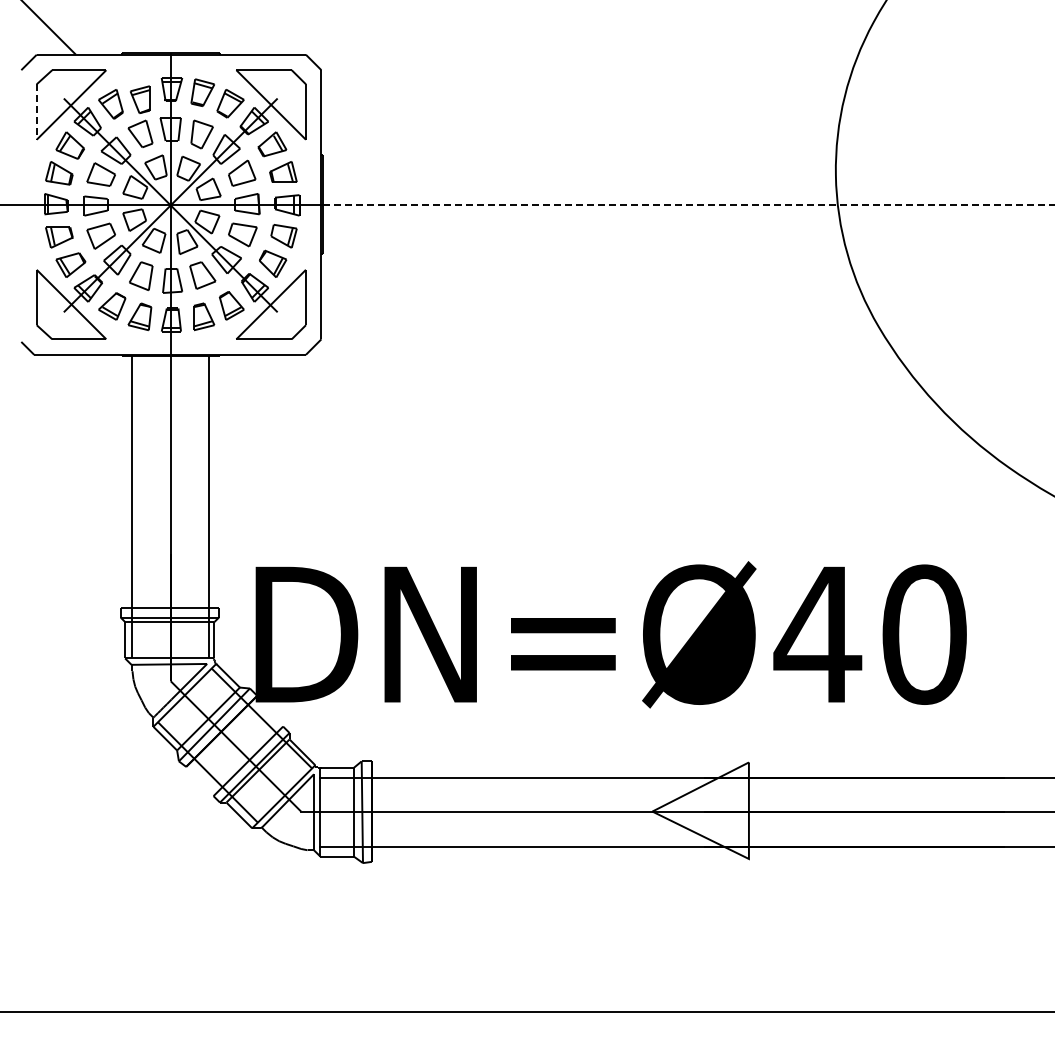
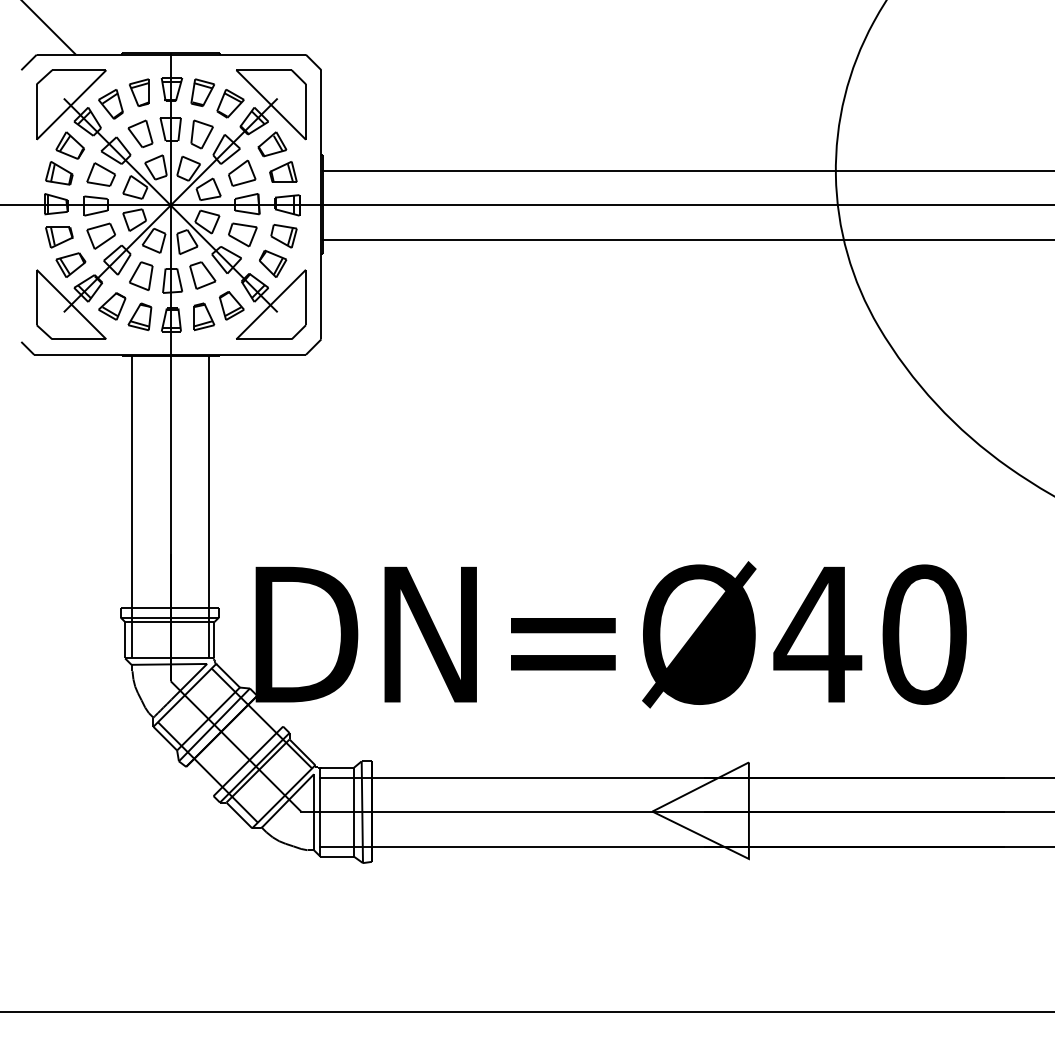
part at (139, 99) position: (139, 99) -> (138, 92)
line at (36, 112): dashed -> solid
line at (686, 171): none -> present
line at (688, 205): dashed -> solid
line at (686, 239): none -> present
